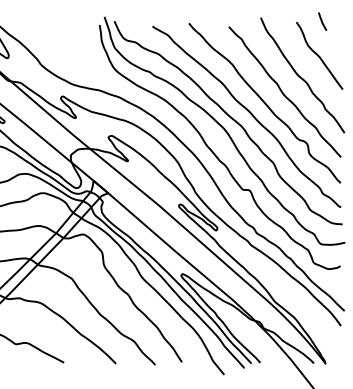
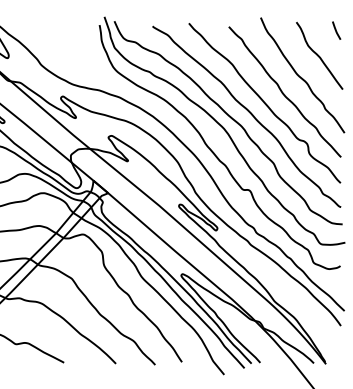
line at (322, 21) position: (322, 21) -> (336, 30)
